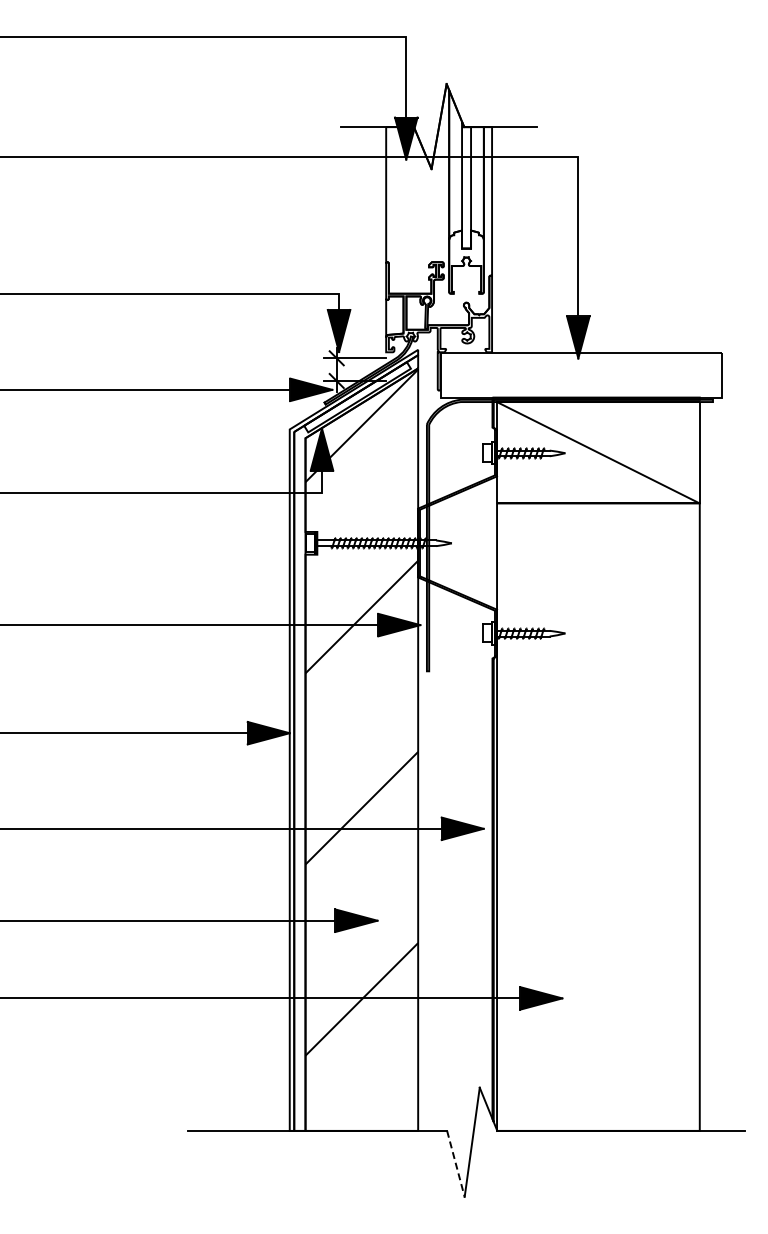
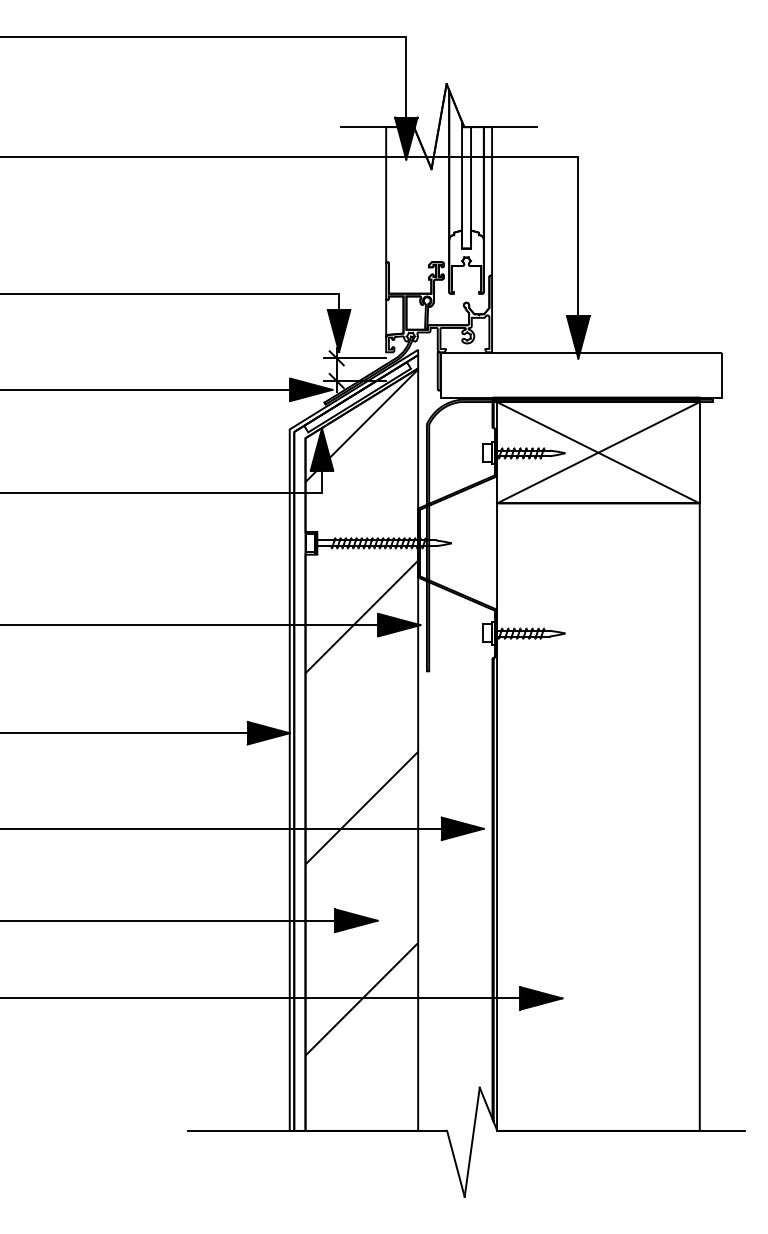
line at (598, 452): none -> present
line at (456, 1164): dashed -> solid
